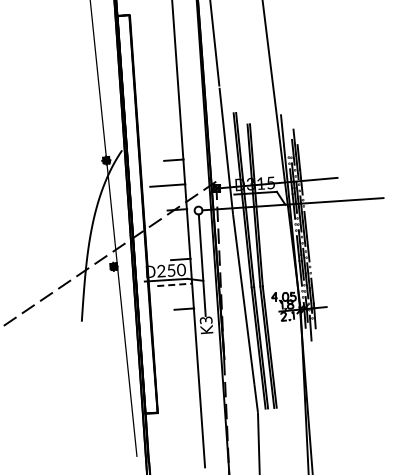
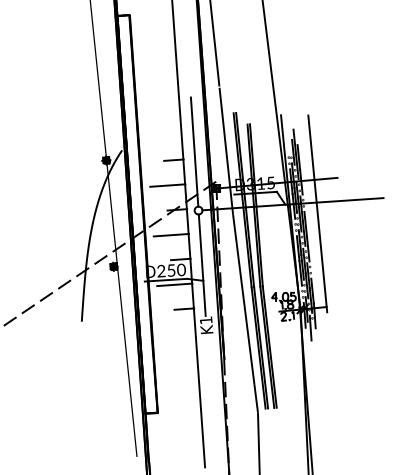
line at (194, 151): none -> present
line at (317, 213): none -> present
line at (170, 234): none -> present
line at (174, 284): dashed -> solid
text at (205, 319): K3 -> K1
